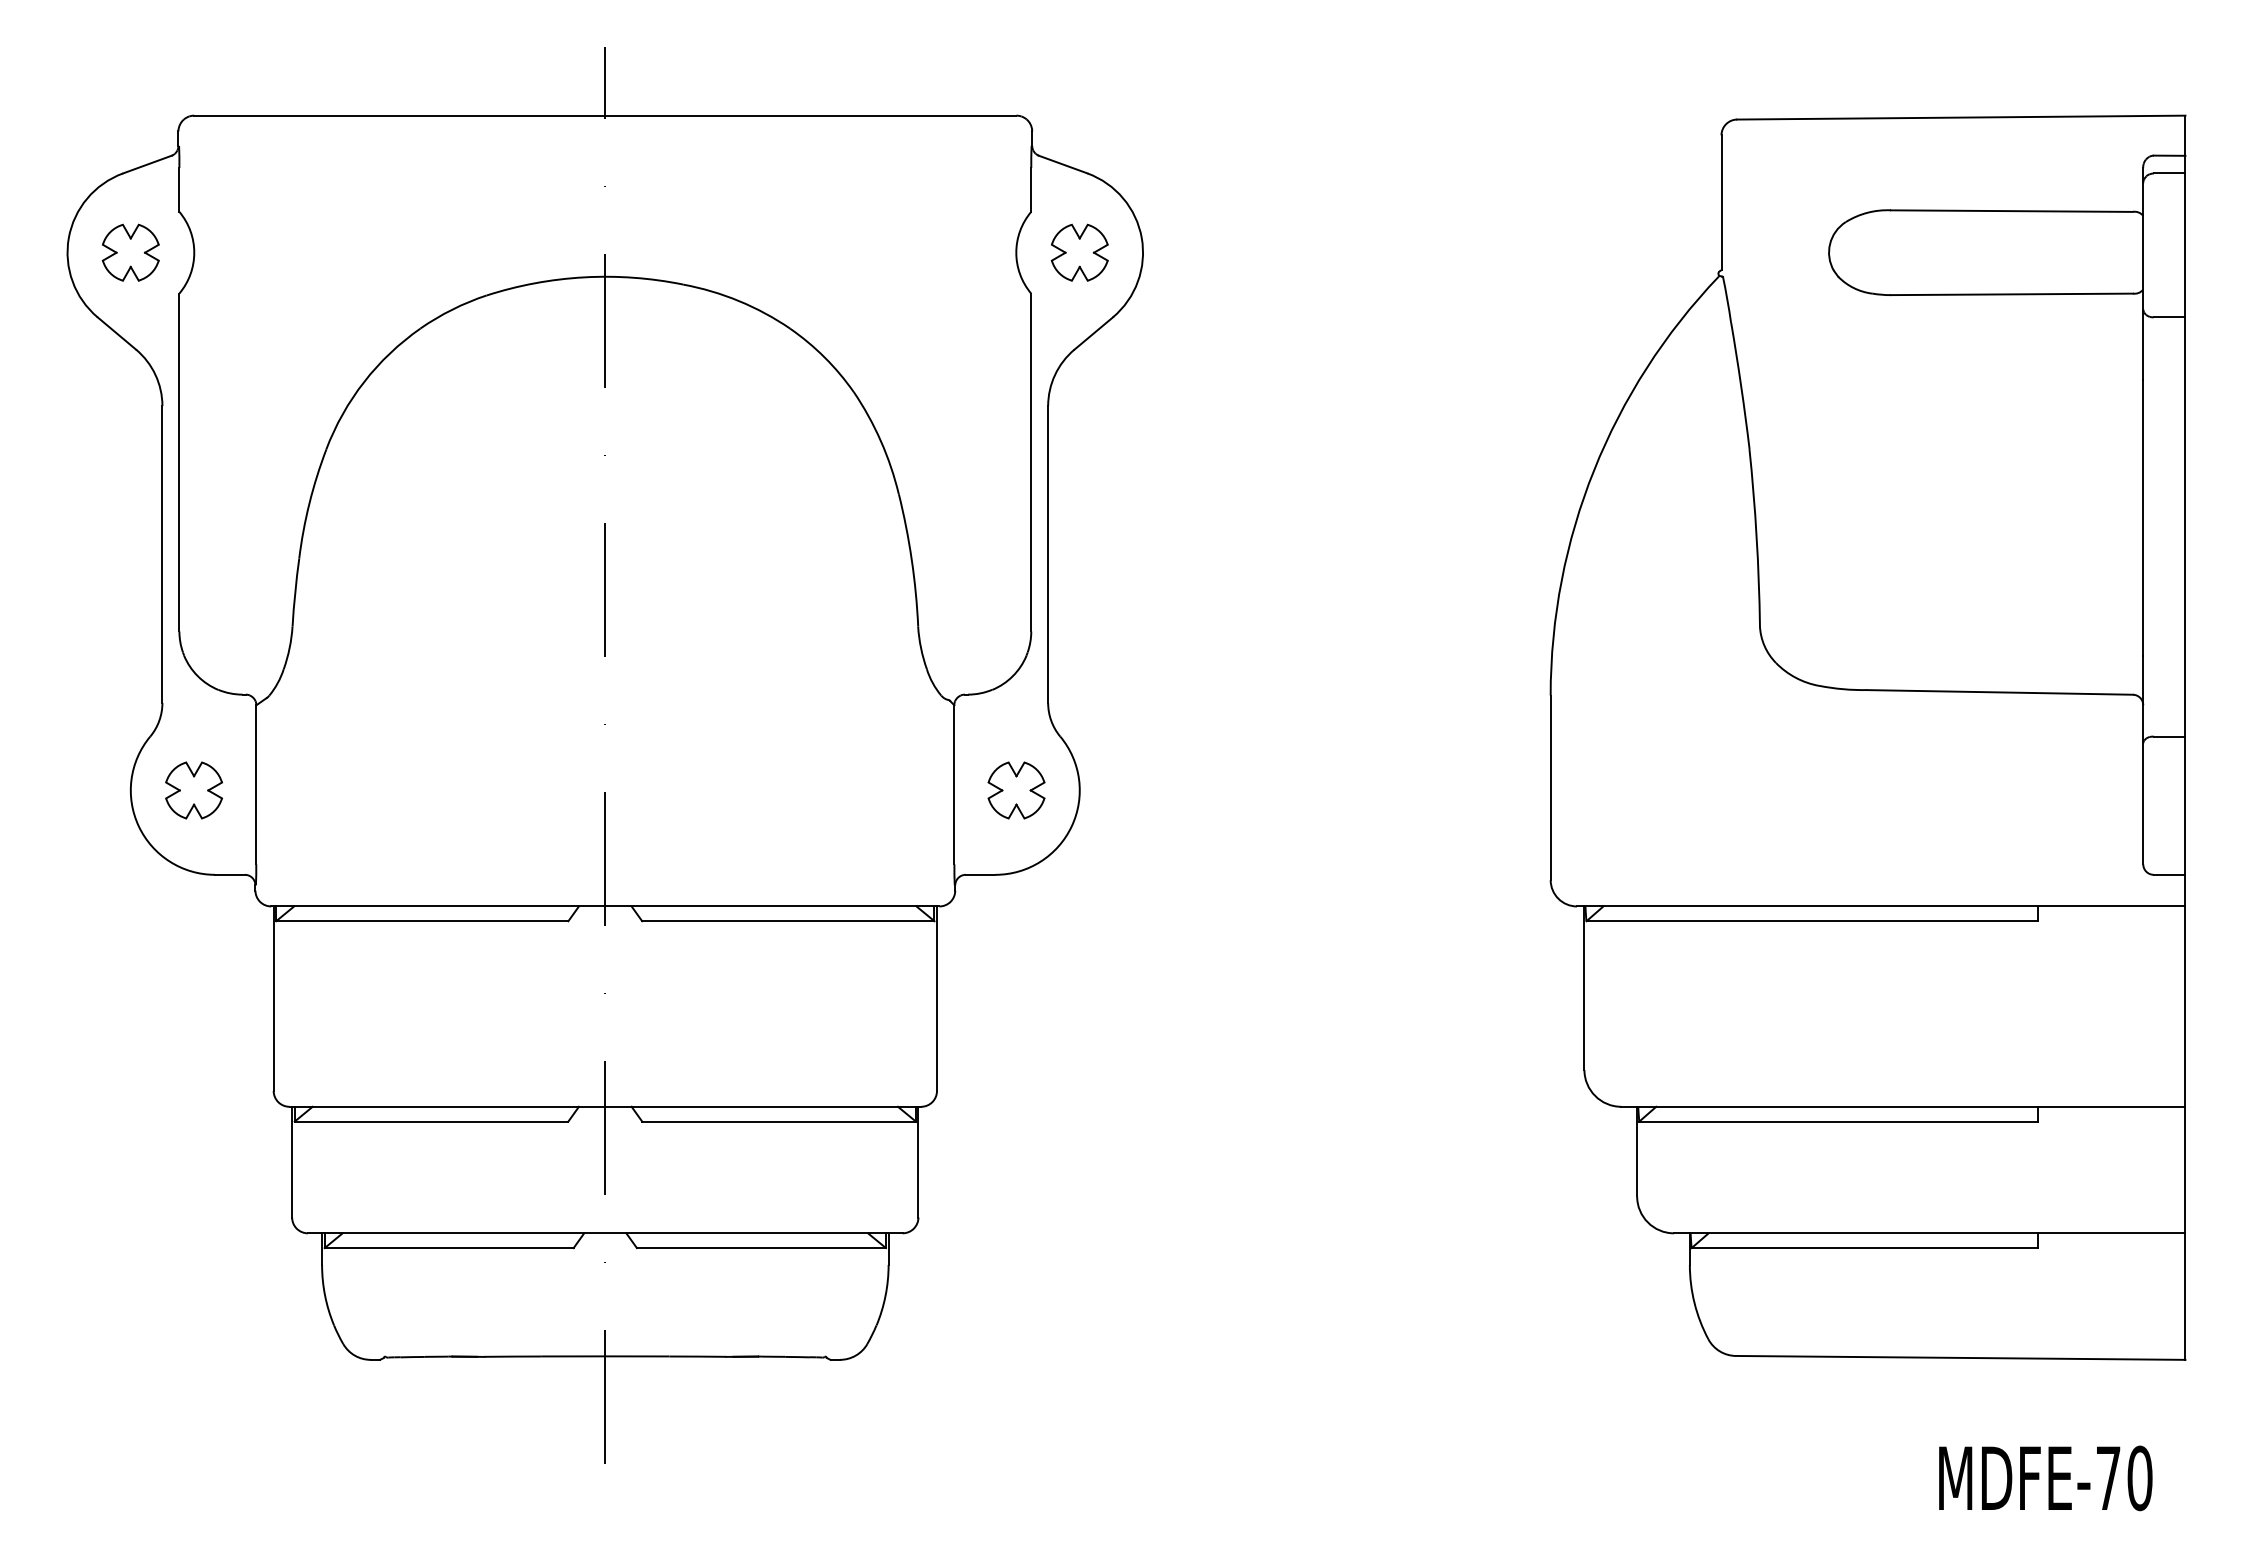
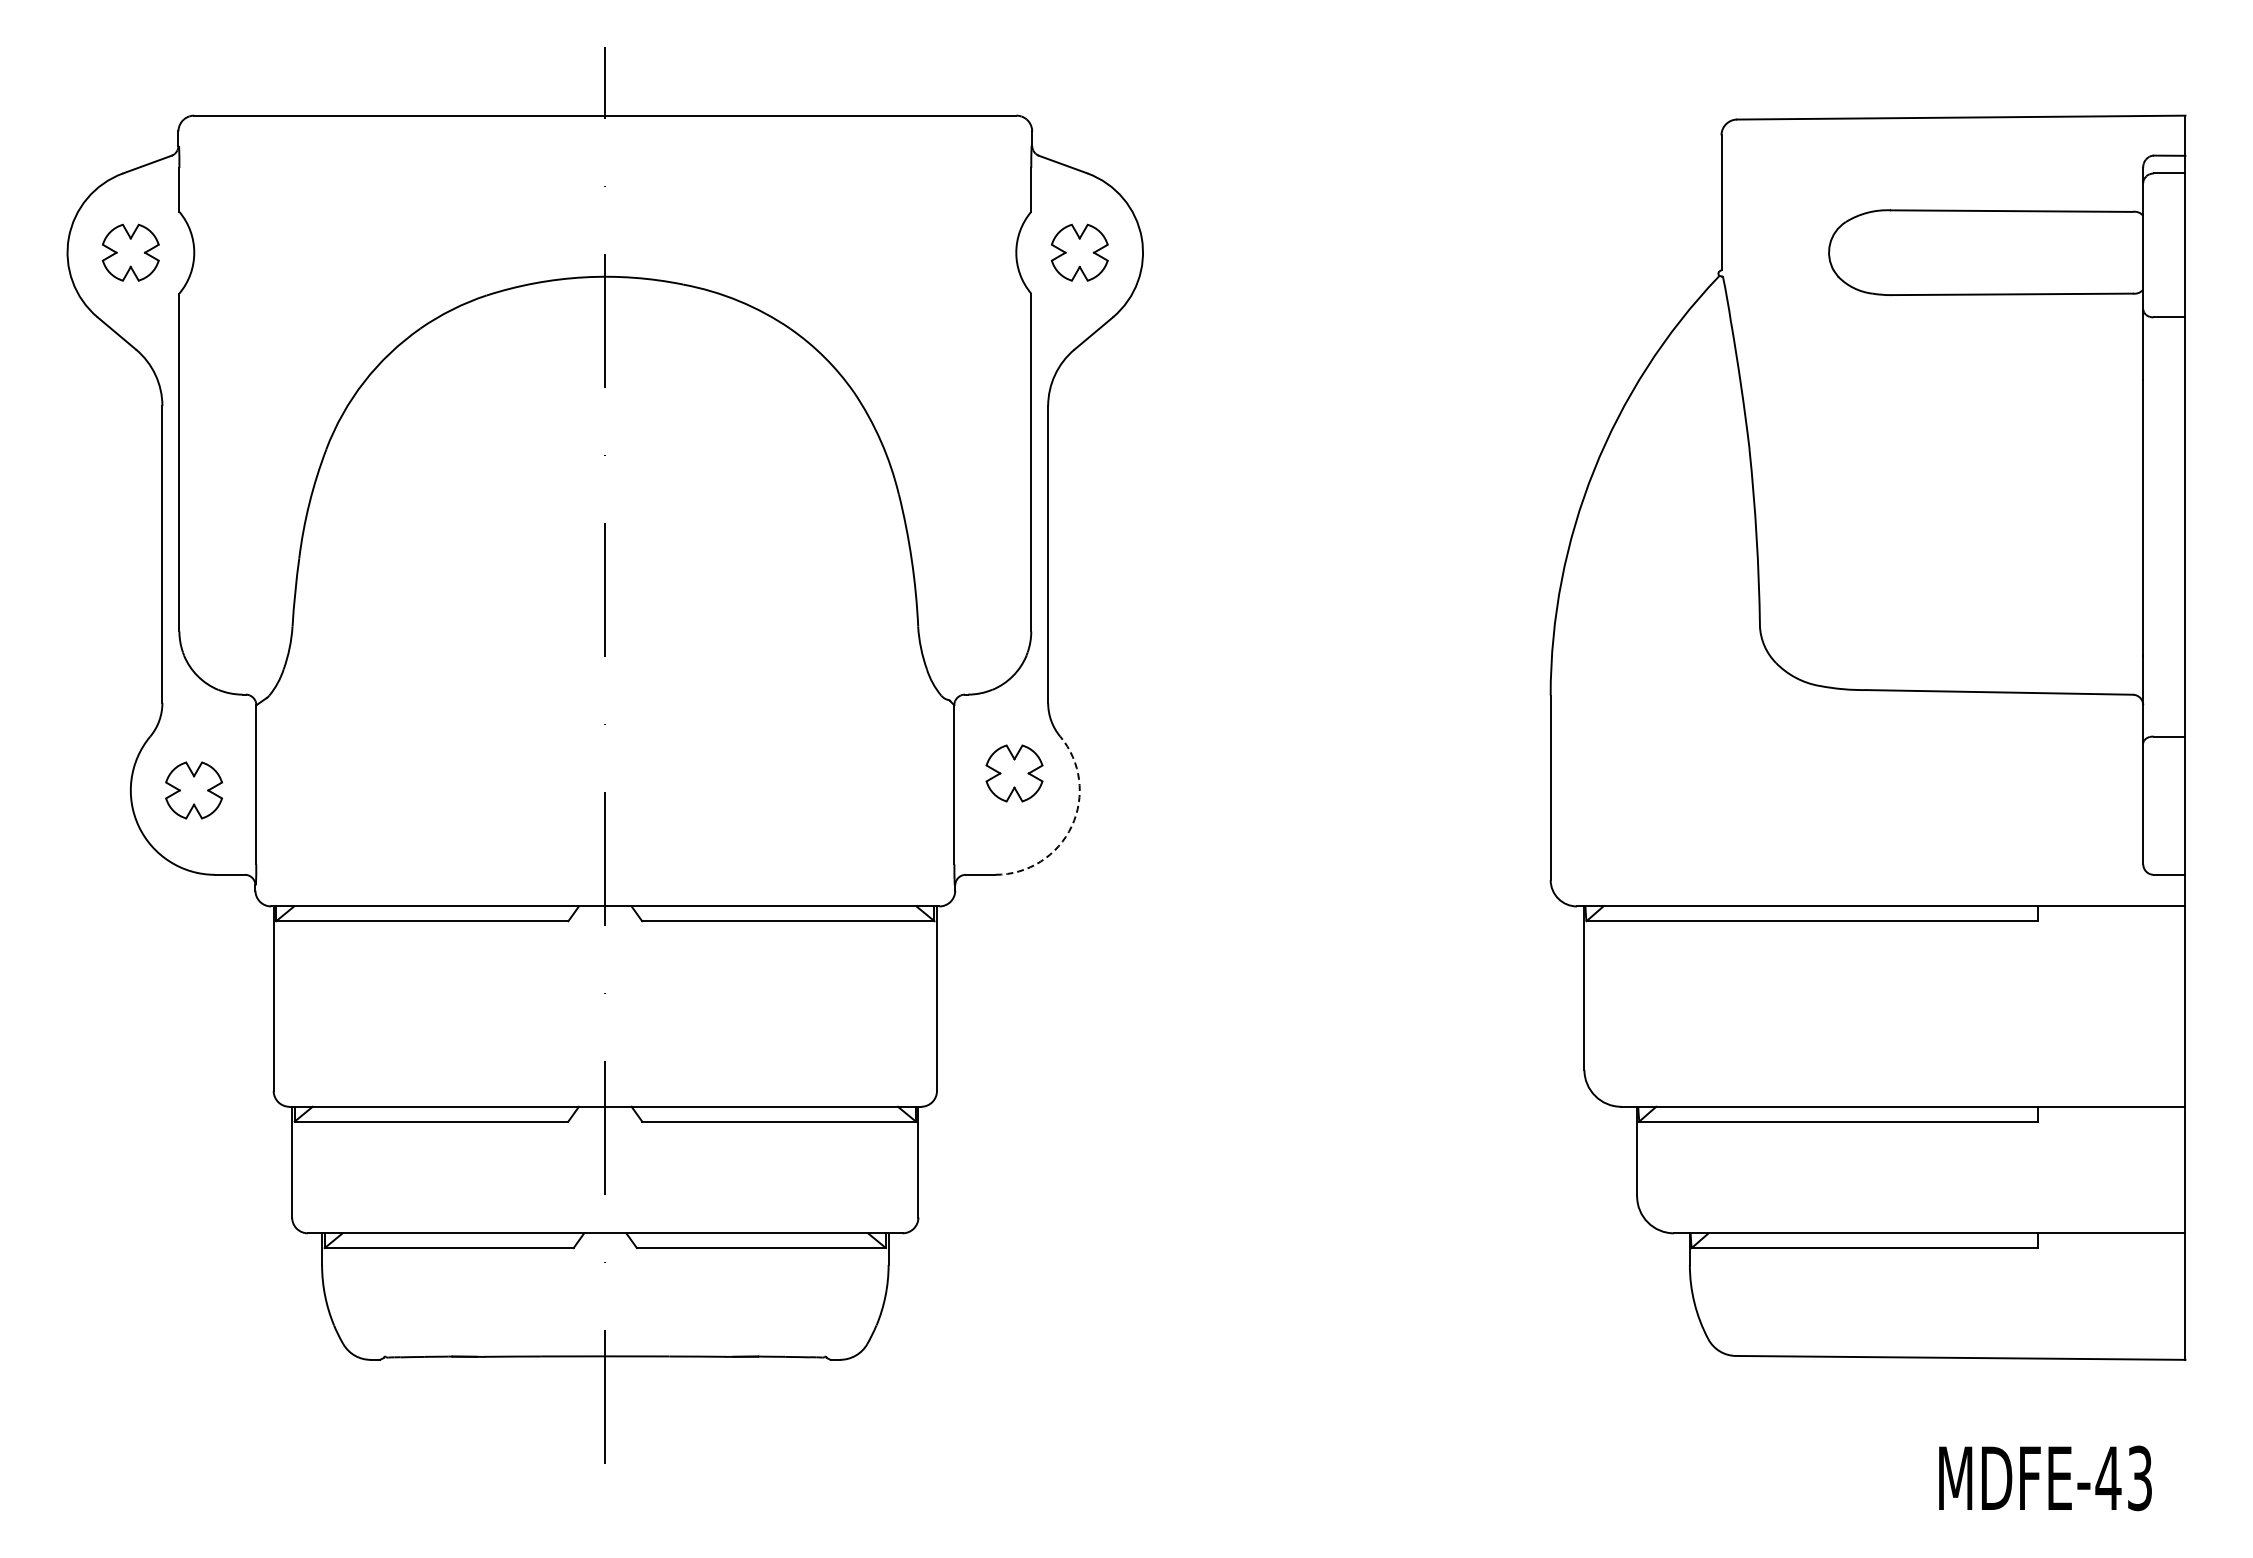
part at (1016, 790) position: (1016, 790) -> (1014, 773)
arc at (1071, 826): solid -> dashed
text at (2123, 1478): MDFE-70 -> MDFE-43
